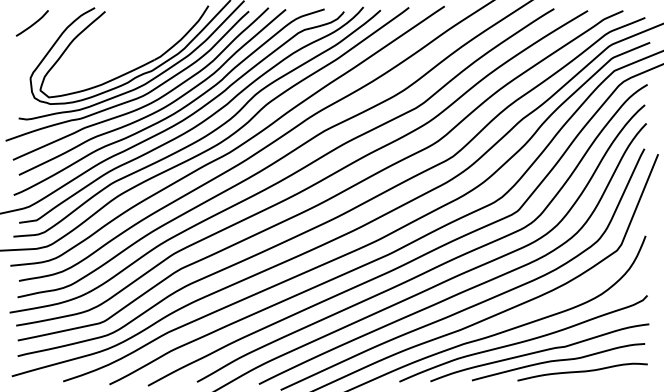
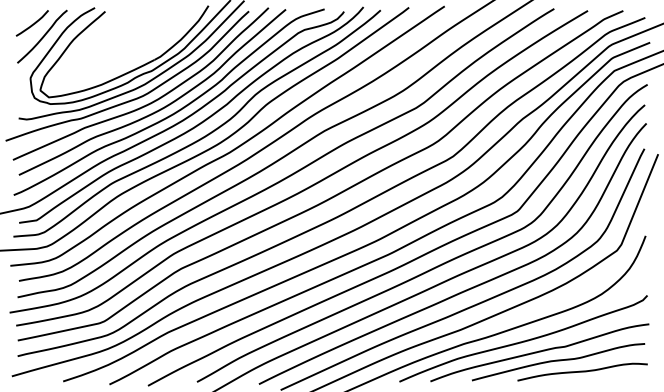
curve at (42, 36): none -> present
